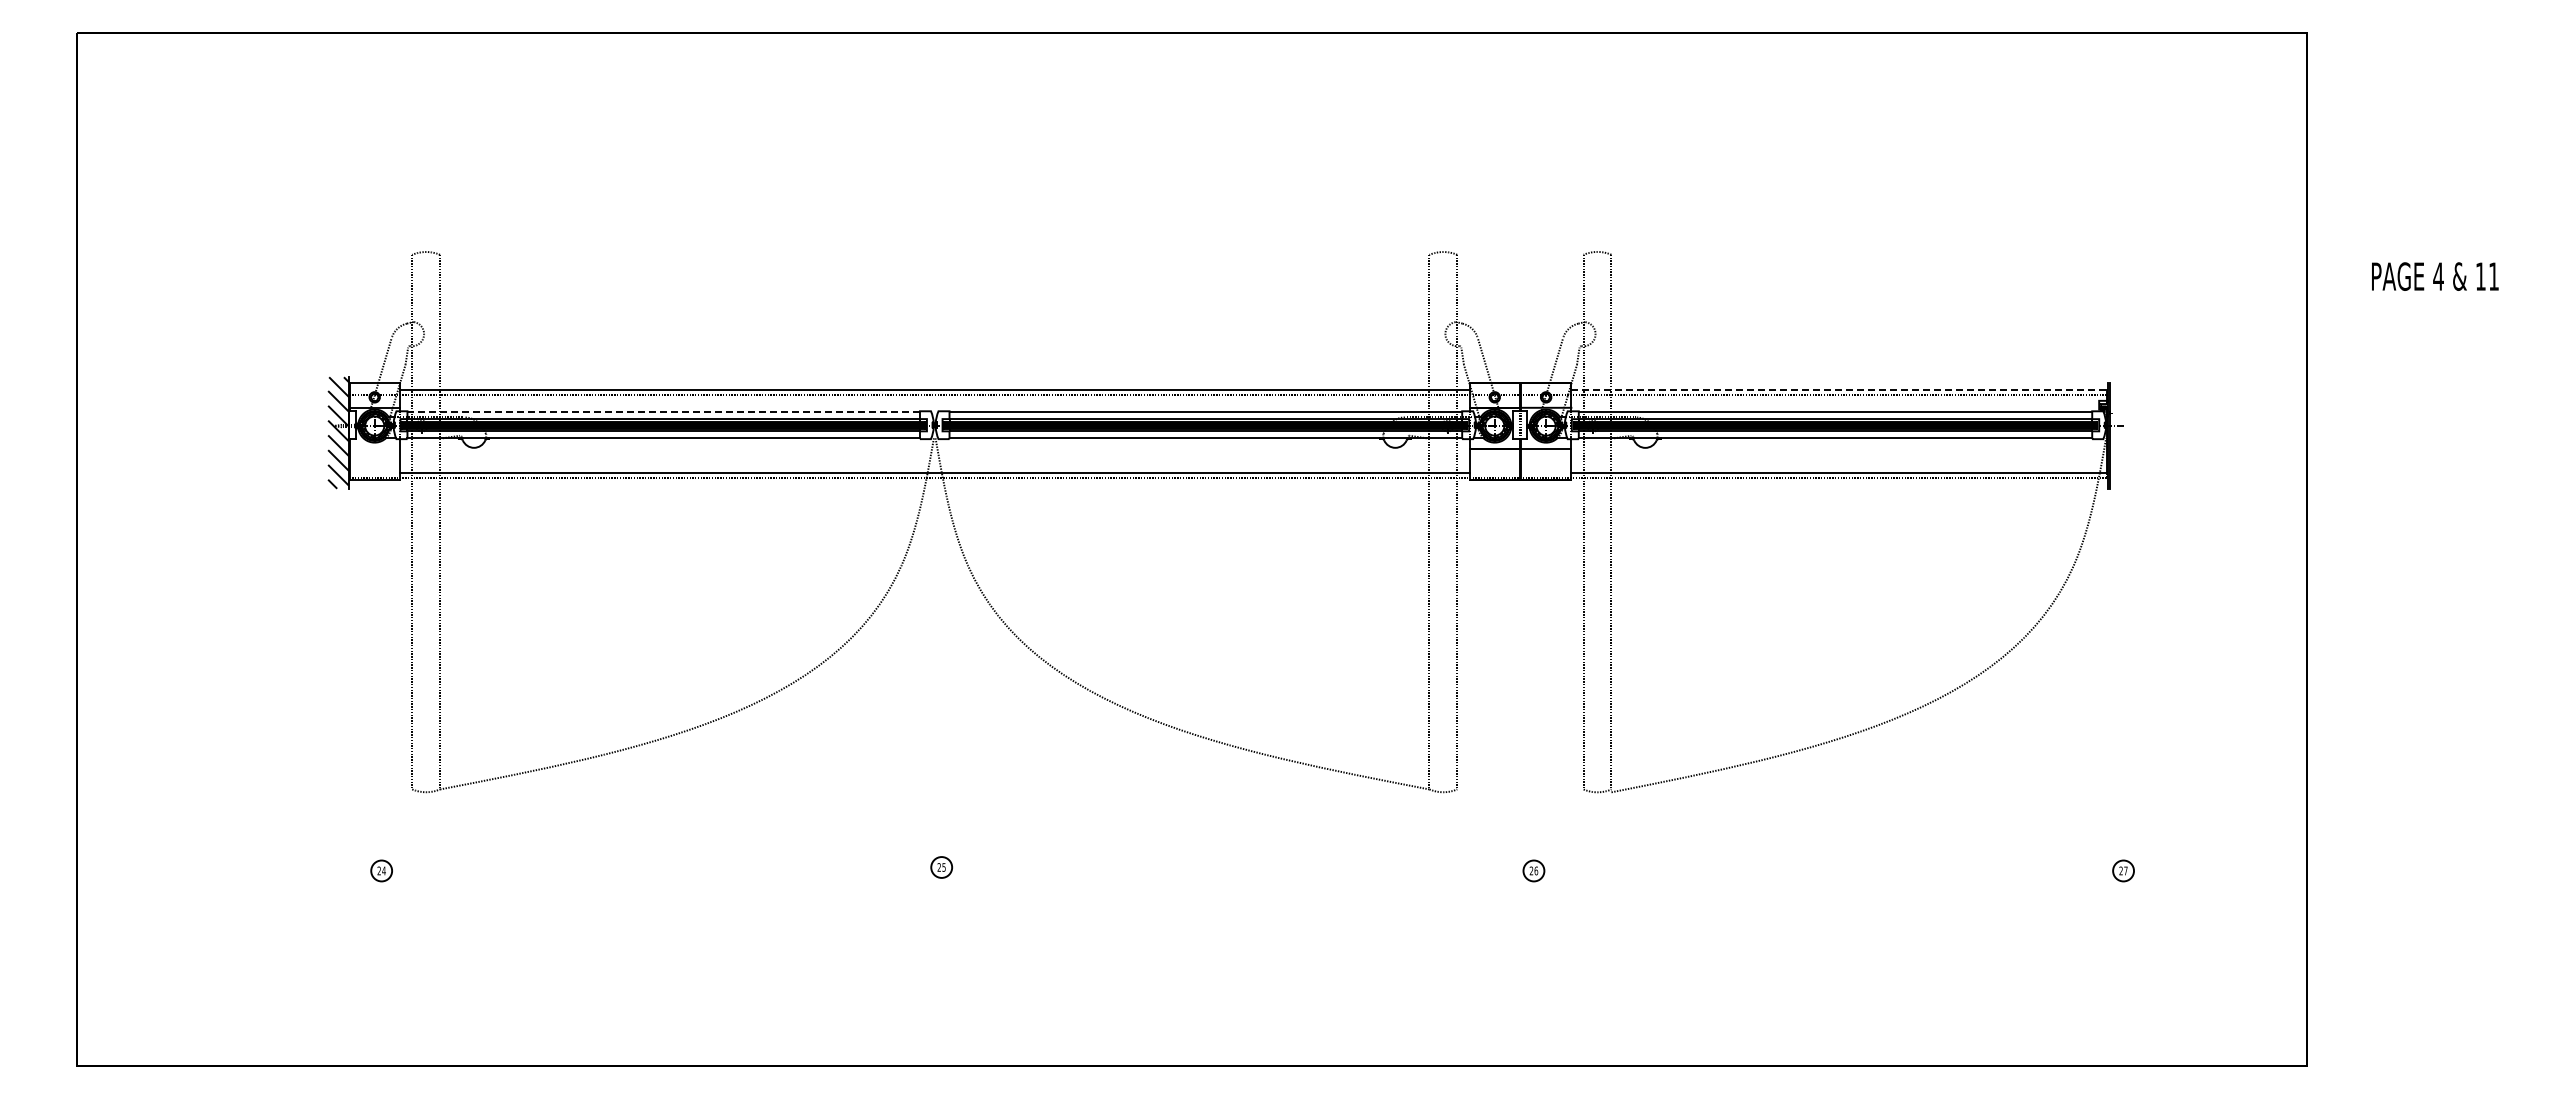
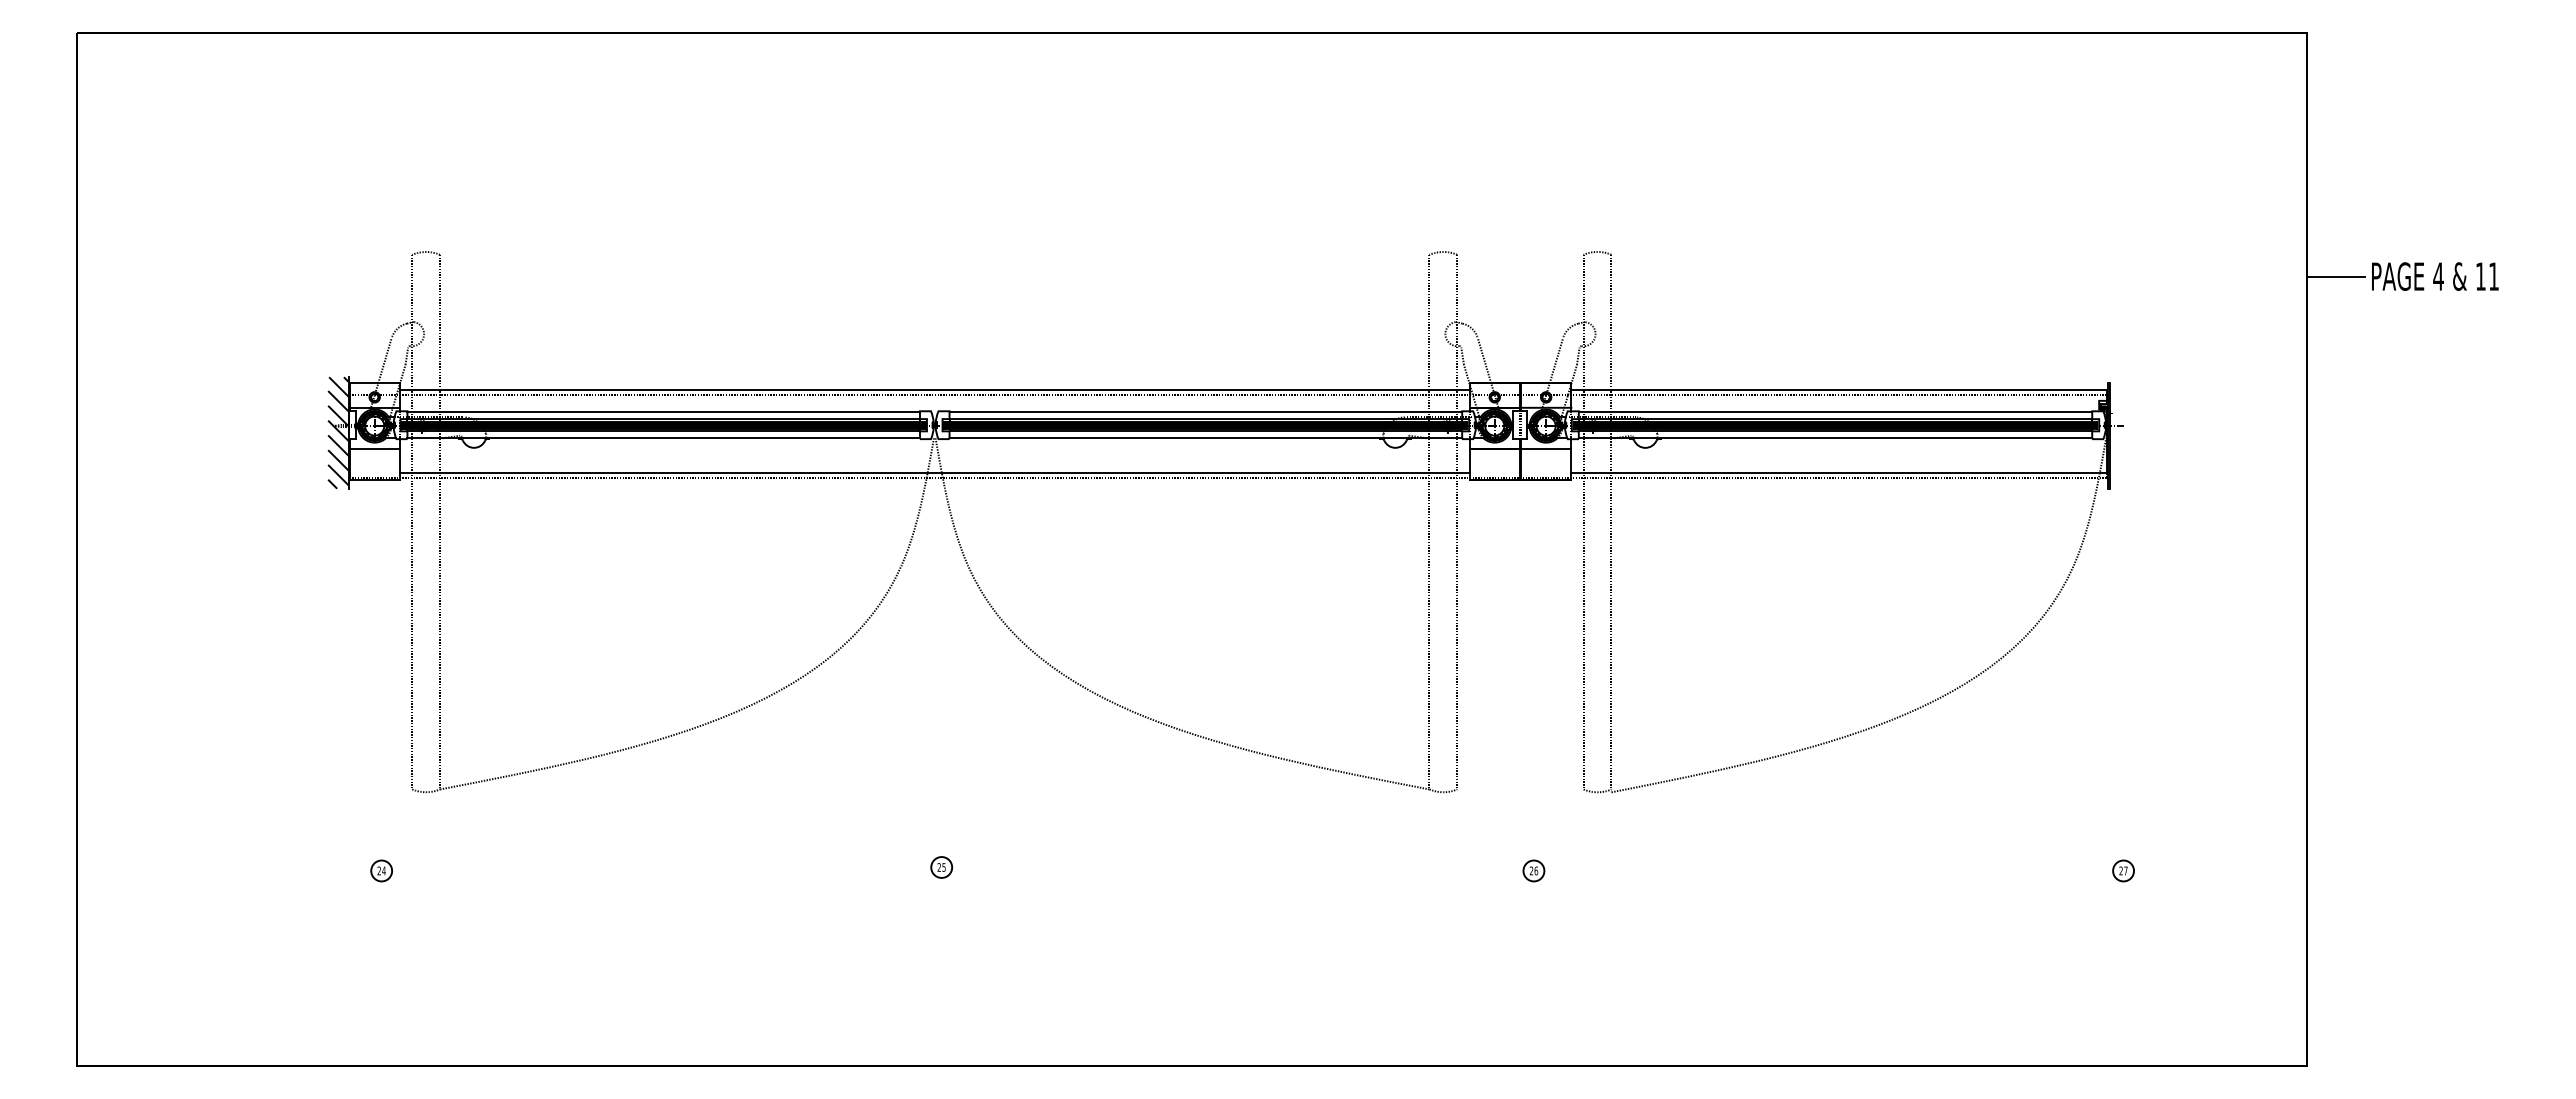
line at (2335, 276): none -> present
line at (1839, 389): dashed -> solid
line at (664, 412): dashed -> solid
line at (374, 448): none -> present
